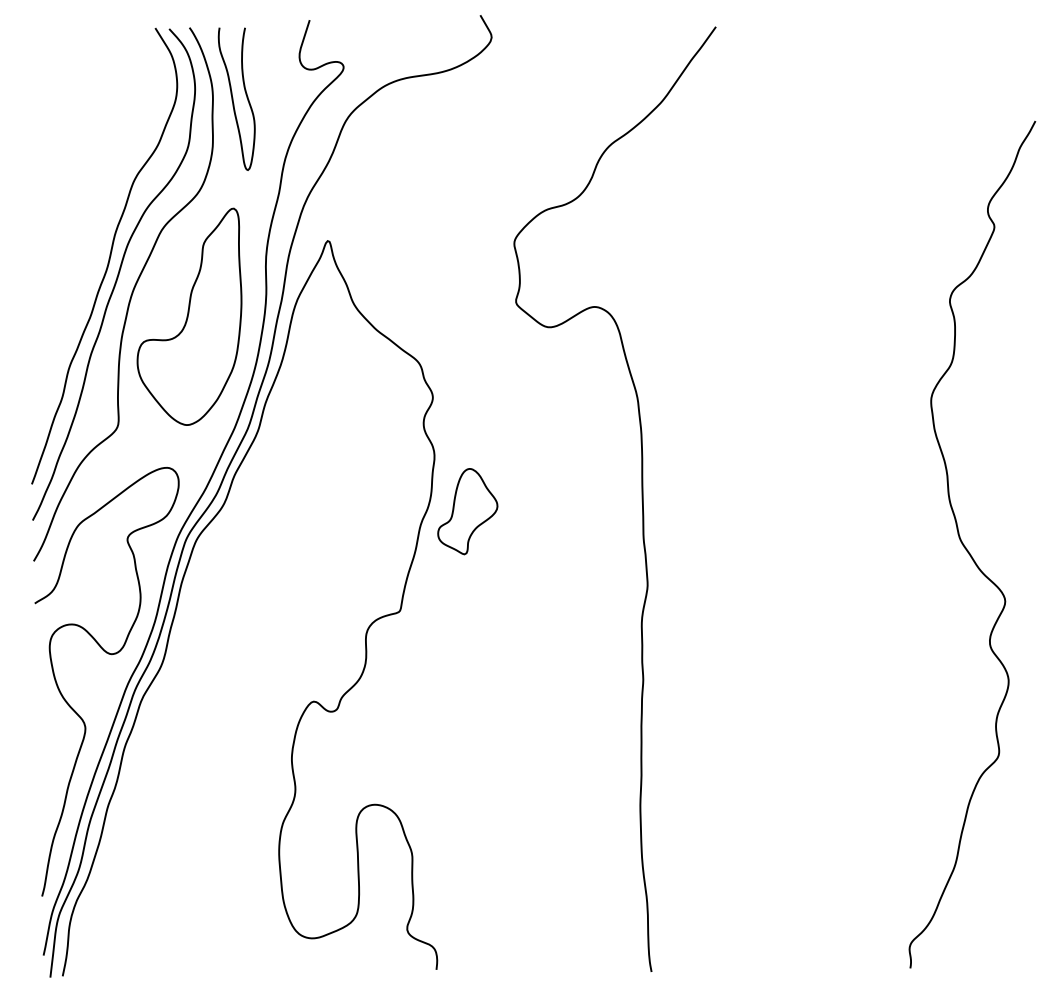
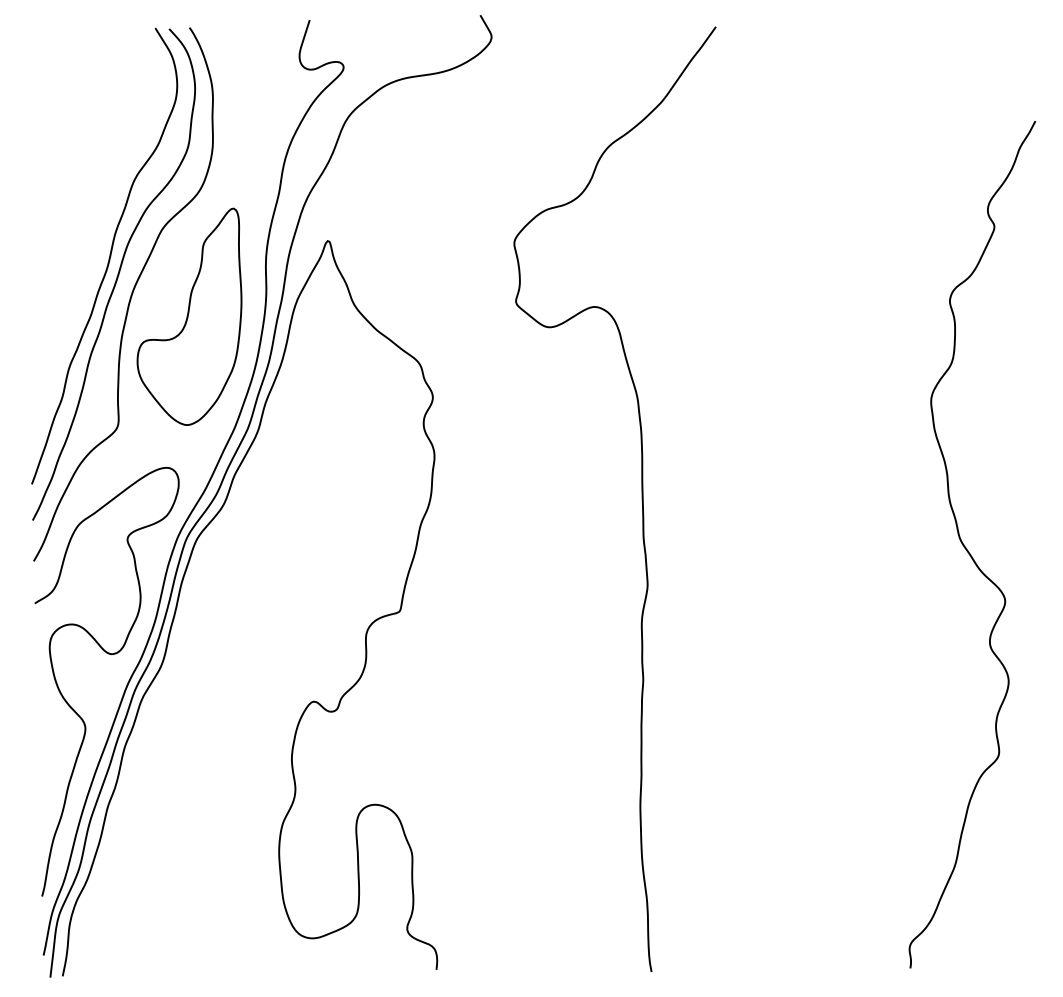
curve at (233, 98): present -> none
part at (467, 511): present -> none
